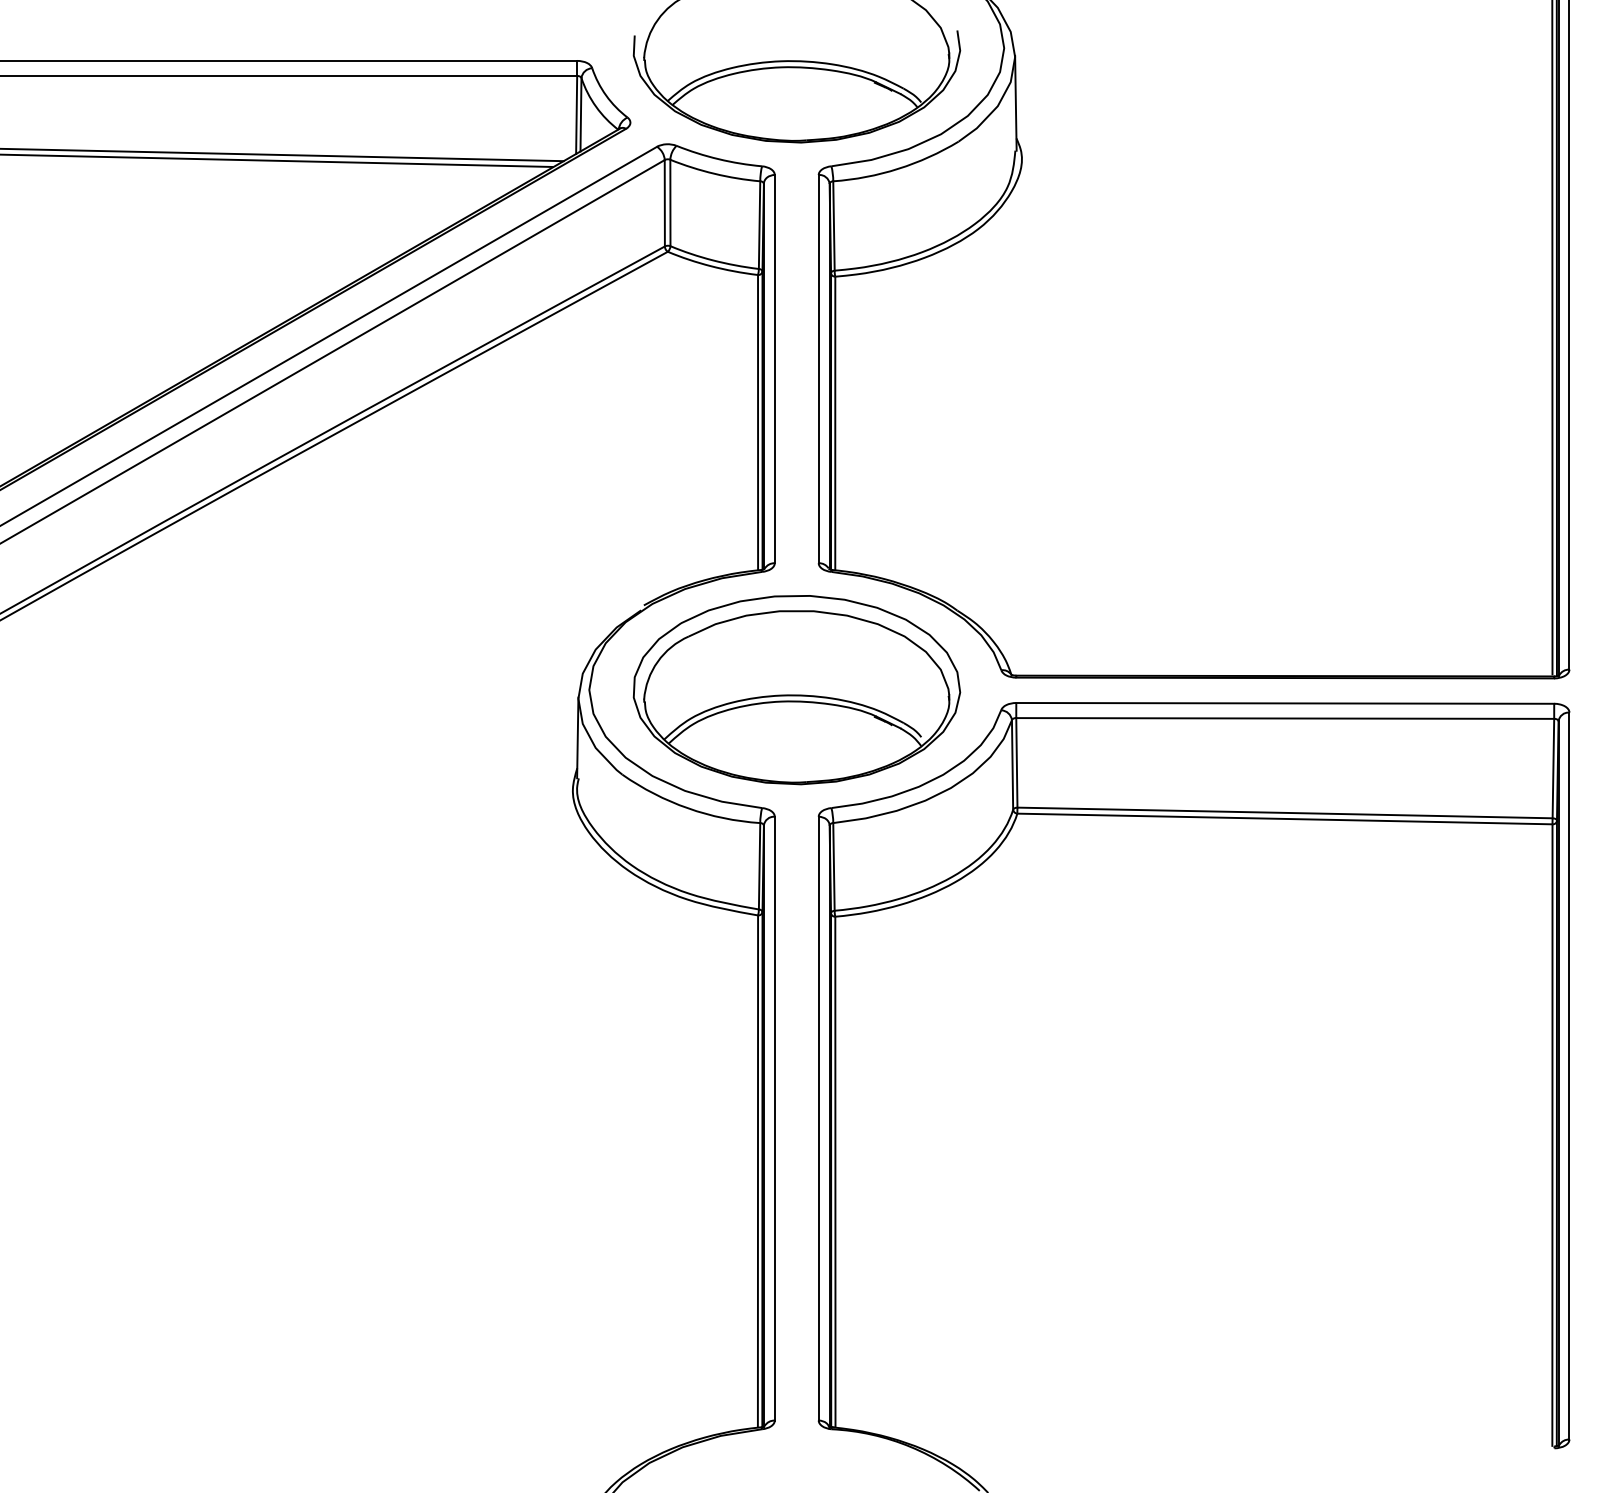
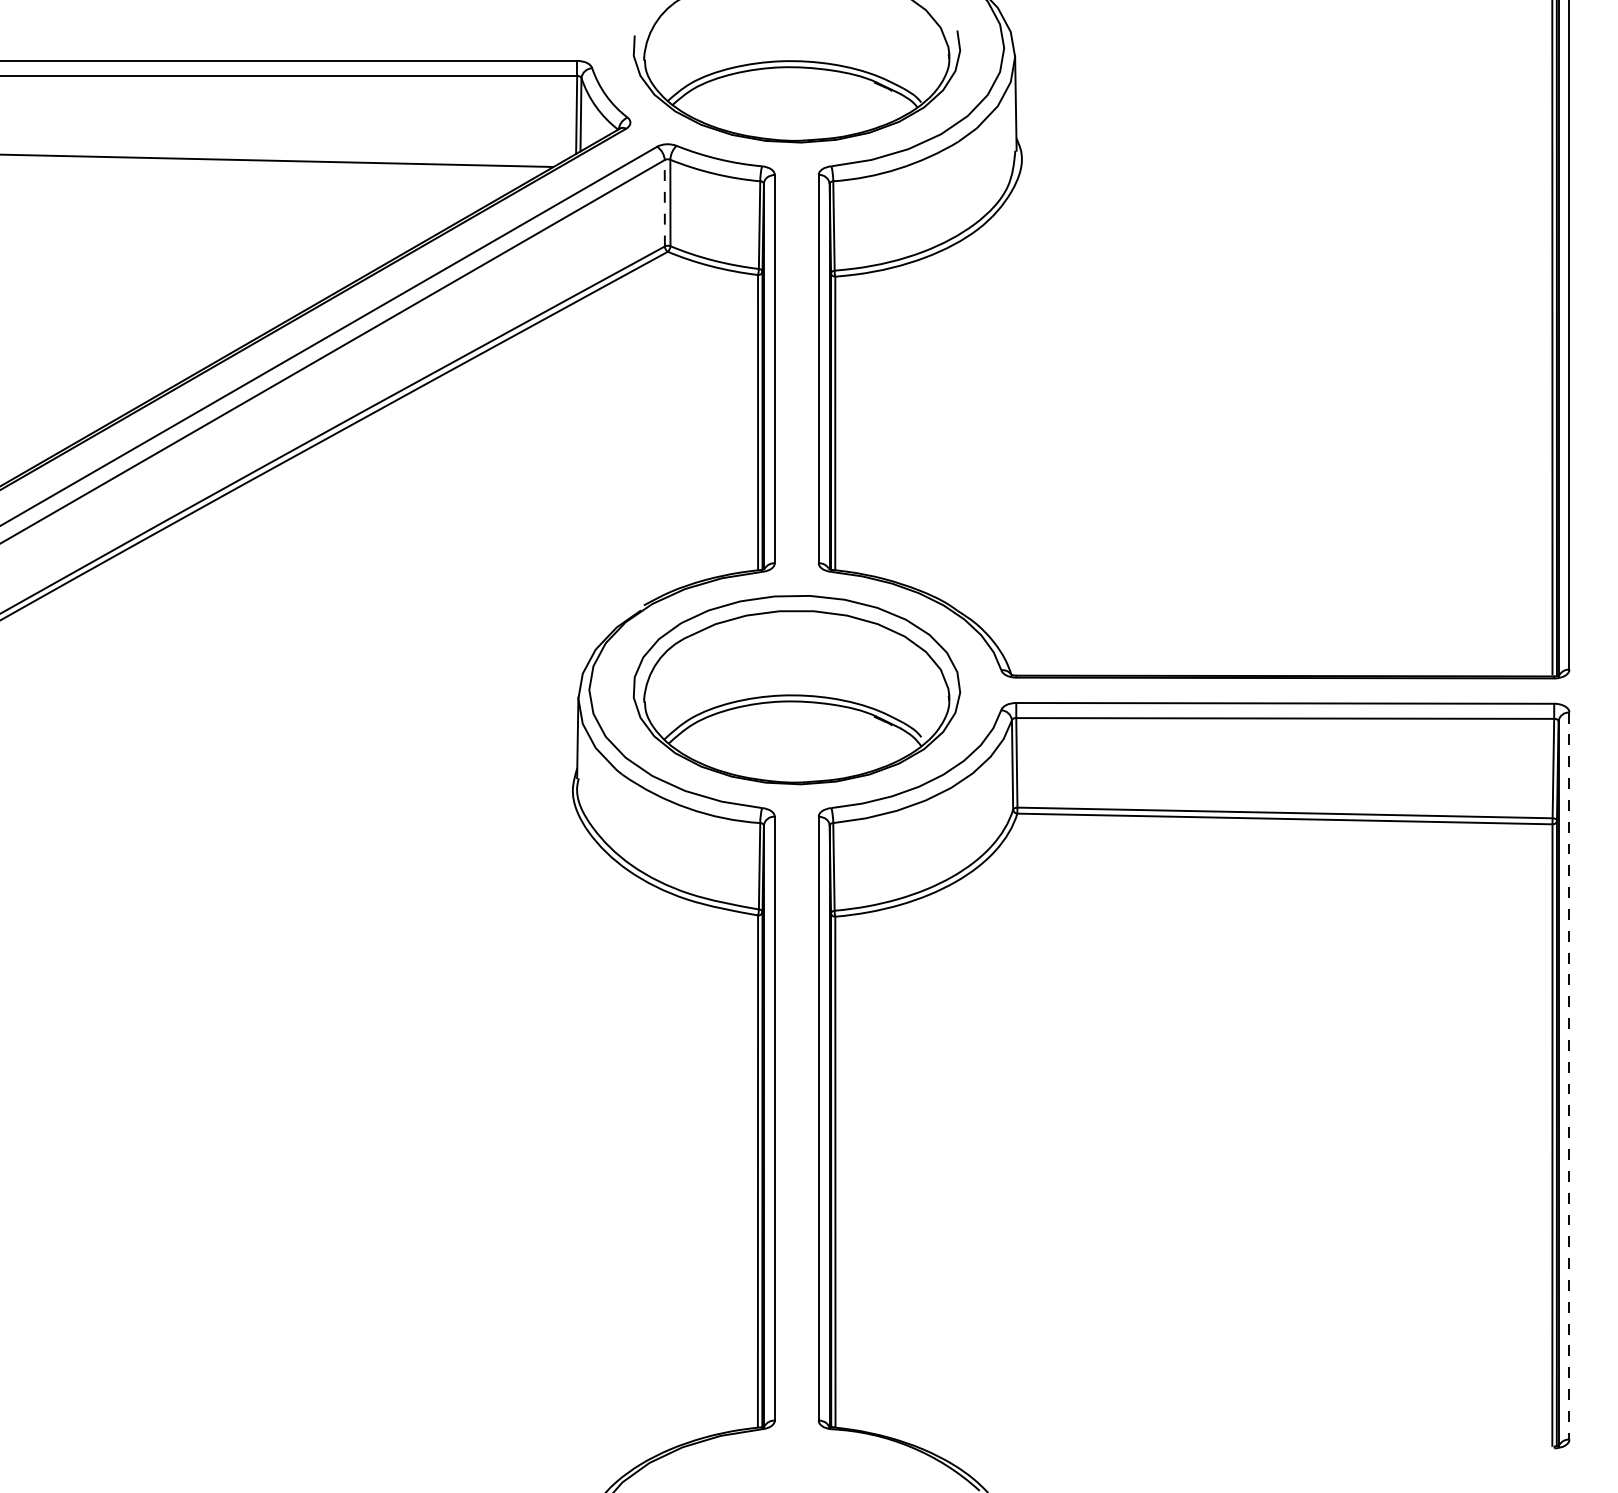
line at (282, 154): present -> none
line at (664, 202): solid -> dashed
line at (1569, 1076): solid -> dashed
